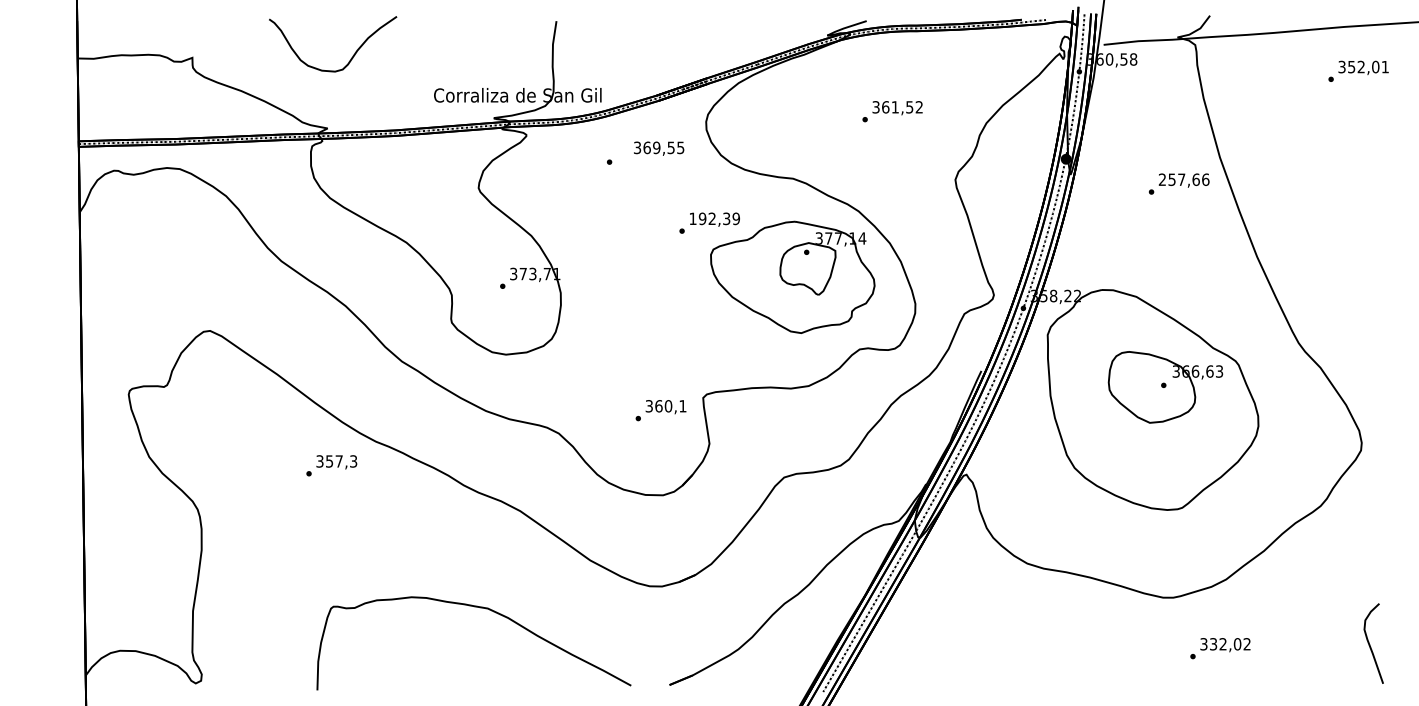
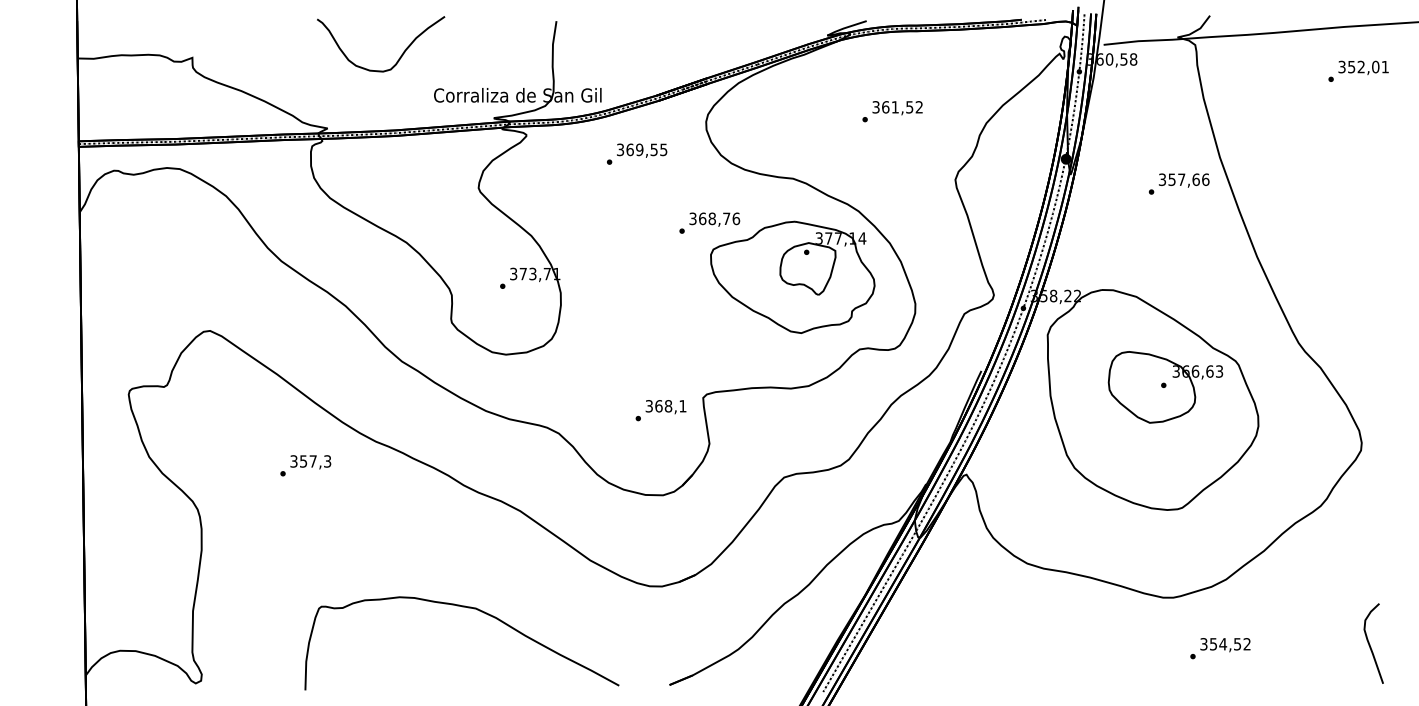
curve at (350, 58) position: (350, 58) -> (398, 58)
text at (659, 148) position: (659, 148) -> (642, 150)
text at (1162, 180): 257,66 -> 357,66
text at (714, 218): 192,39 -> 368,76
text at (668, 406): 360,1 -> 368,1
text at (331, 465) position: (331, 465) -> (305, 465)
curve at (480, 608) position: (480, 608) -> (468, 608)
text at (1225, 644): 332,02 -> 354,52
